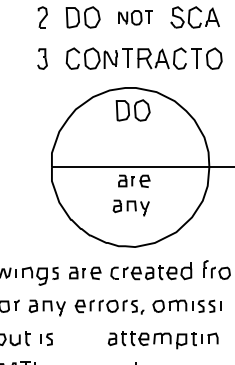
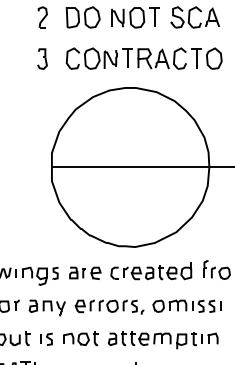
part at (135, 17) size: 35x16 px -> 49x22 px
part at (132, 110): present -> none
part at (134, 180): present -> none
part at (130, 207): present -> none
part at (80, 338): none -> present
